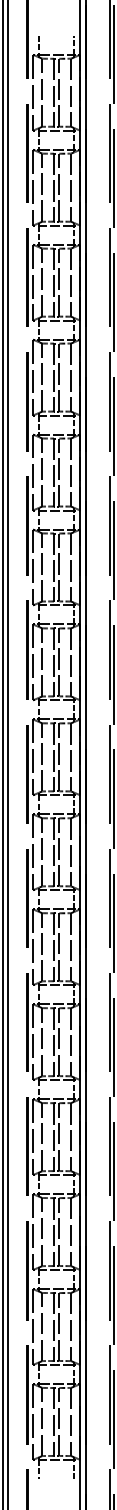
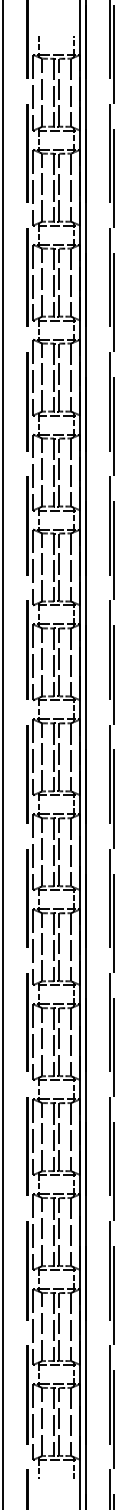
line at (7, 754): present -> none
